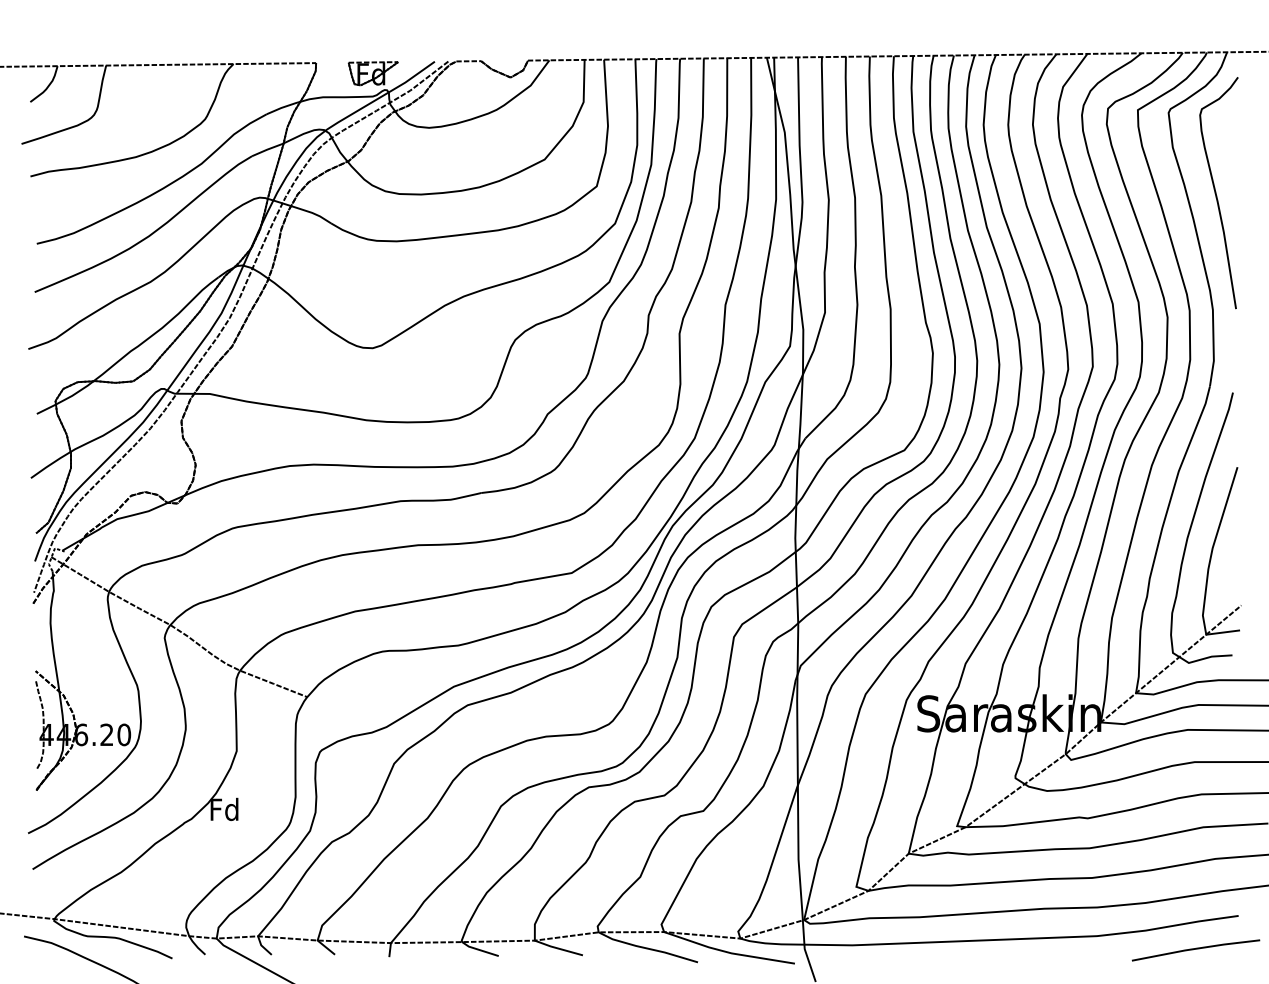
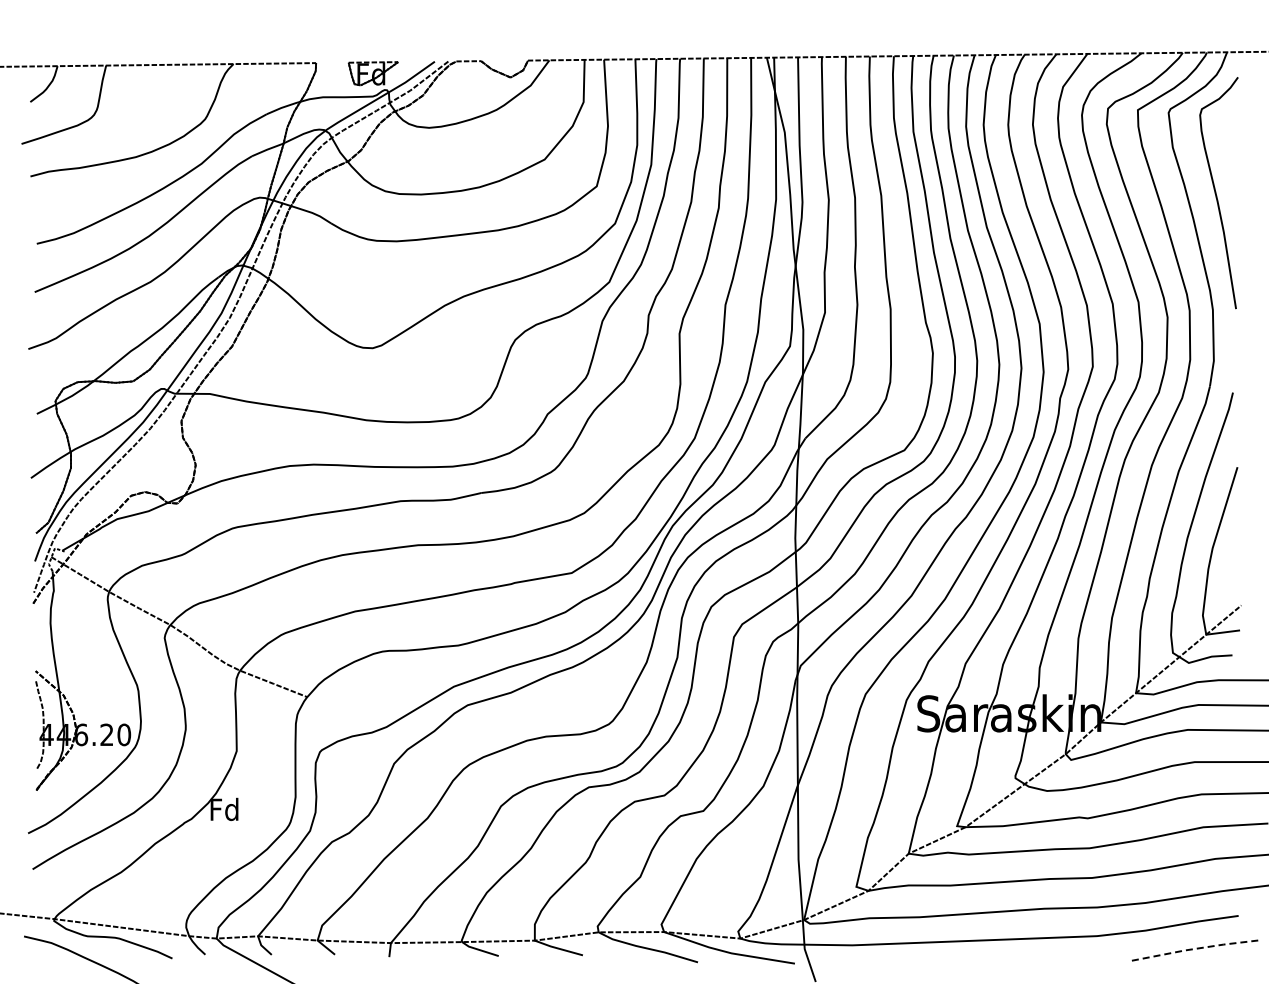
line at (1196, 948): solid -> dashed
